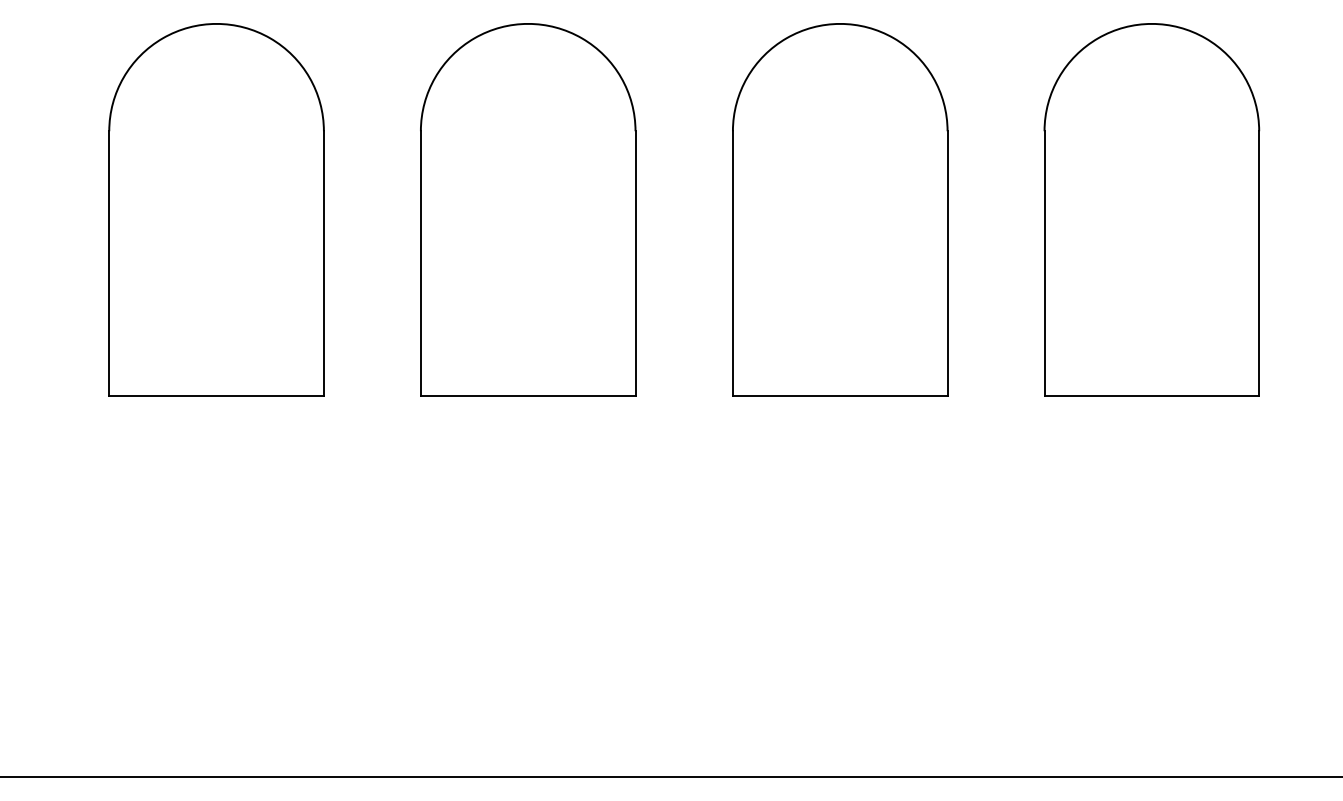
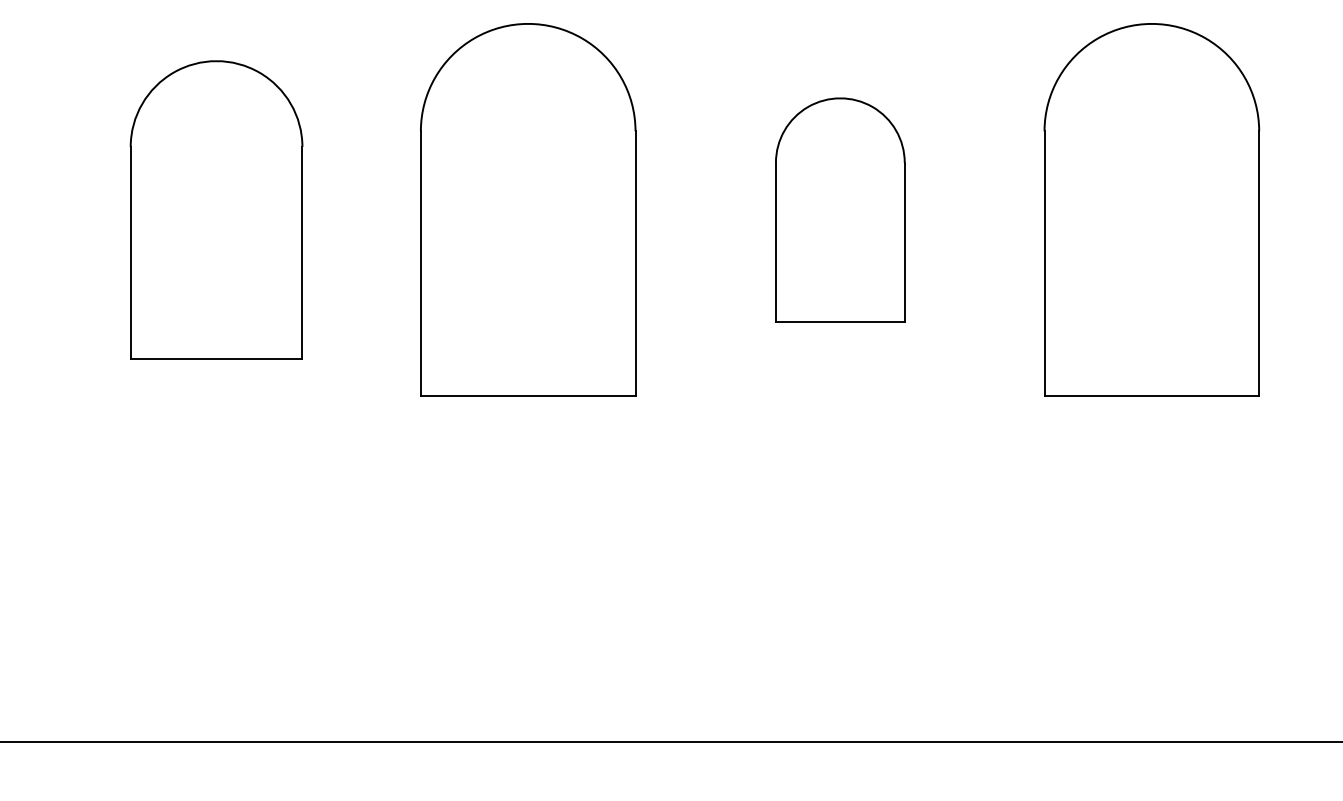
part at (216, 209) size: 217x374 px -> 175x300 px
part at (840, 209) size: 217x374 px -> 131x226 px
line at (670, 777) position: (670, 777) -> (670, 742)
